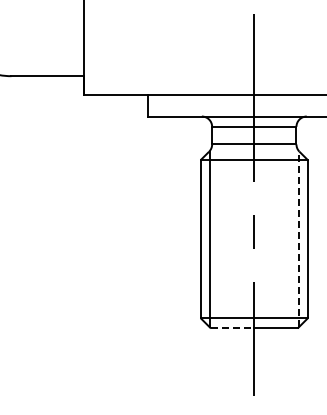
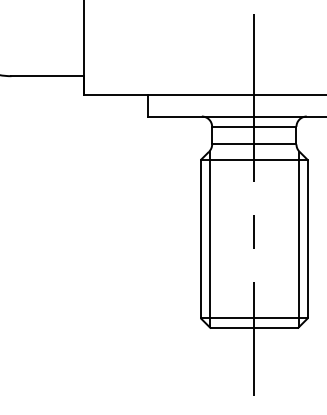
line at (298, 239): dashed -> solid
line at (232, 328): dashed -> solid
